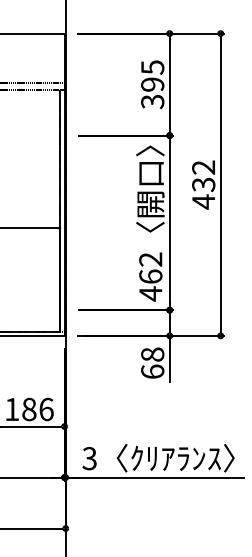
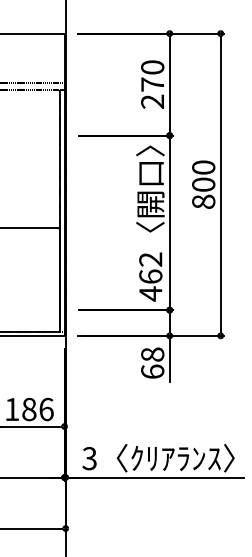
text at (152, 84): 395 -> 270
text at (203, 184): 432 -> 800
